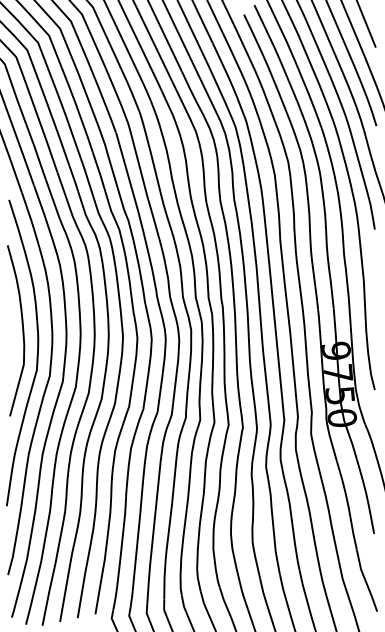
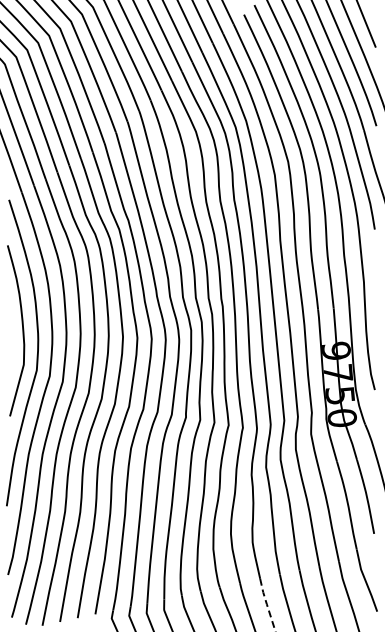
line at (266, 604): solid -> dashed
